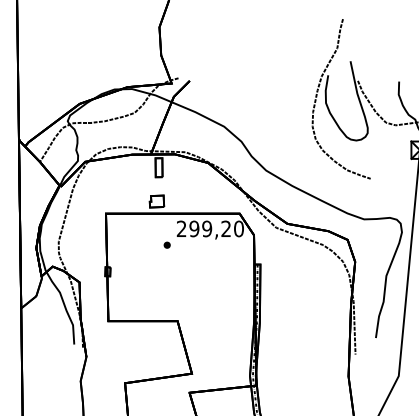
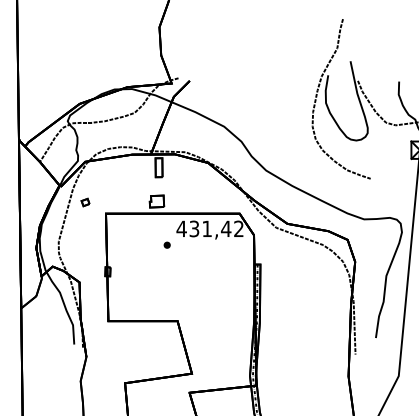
part at (85, 202): none -> present
text at (209, 228): 299,20 -> 431,42
